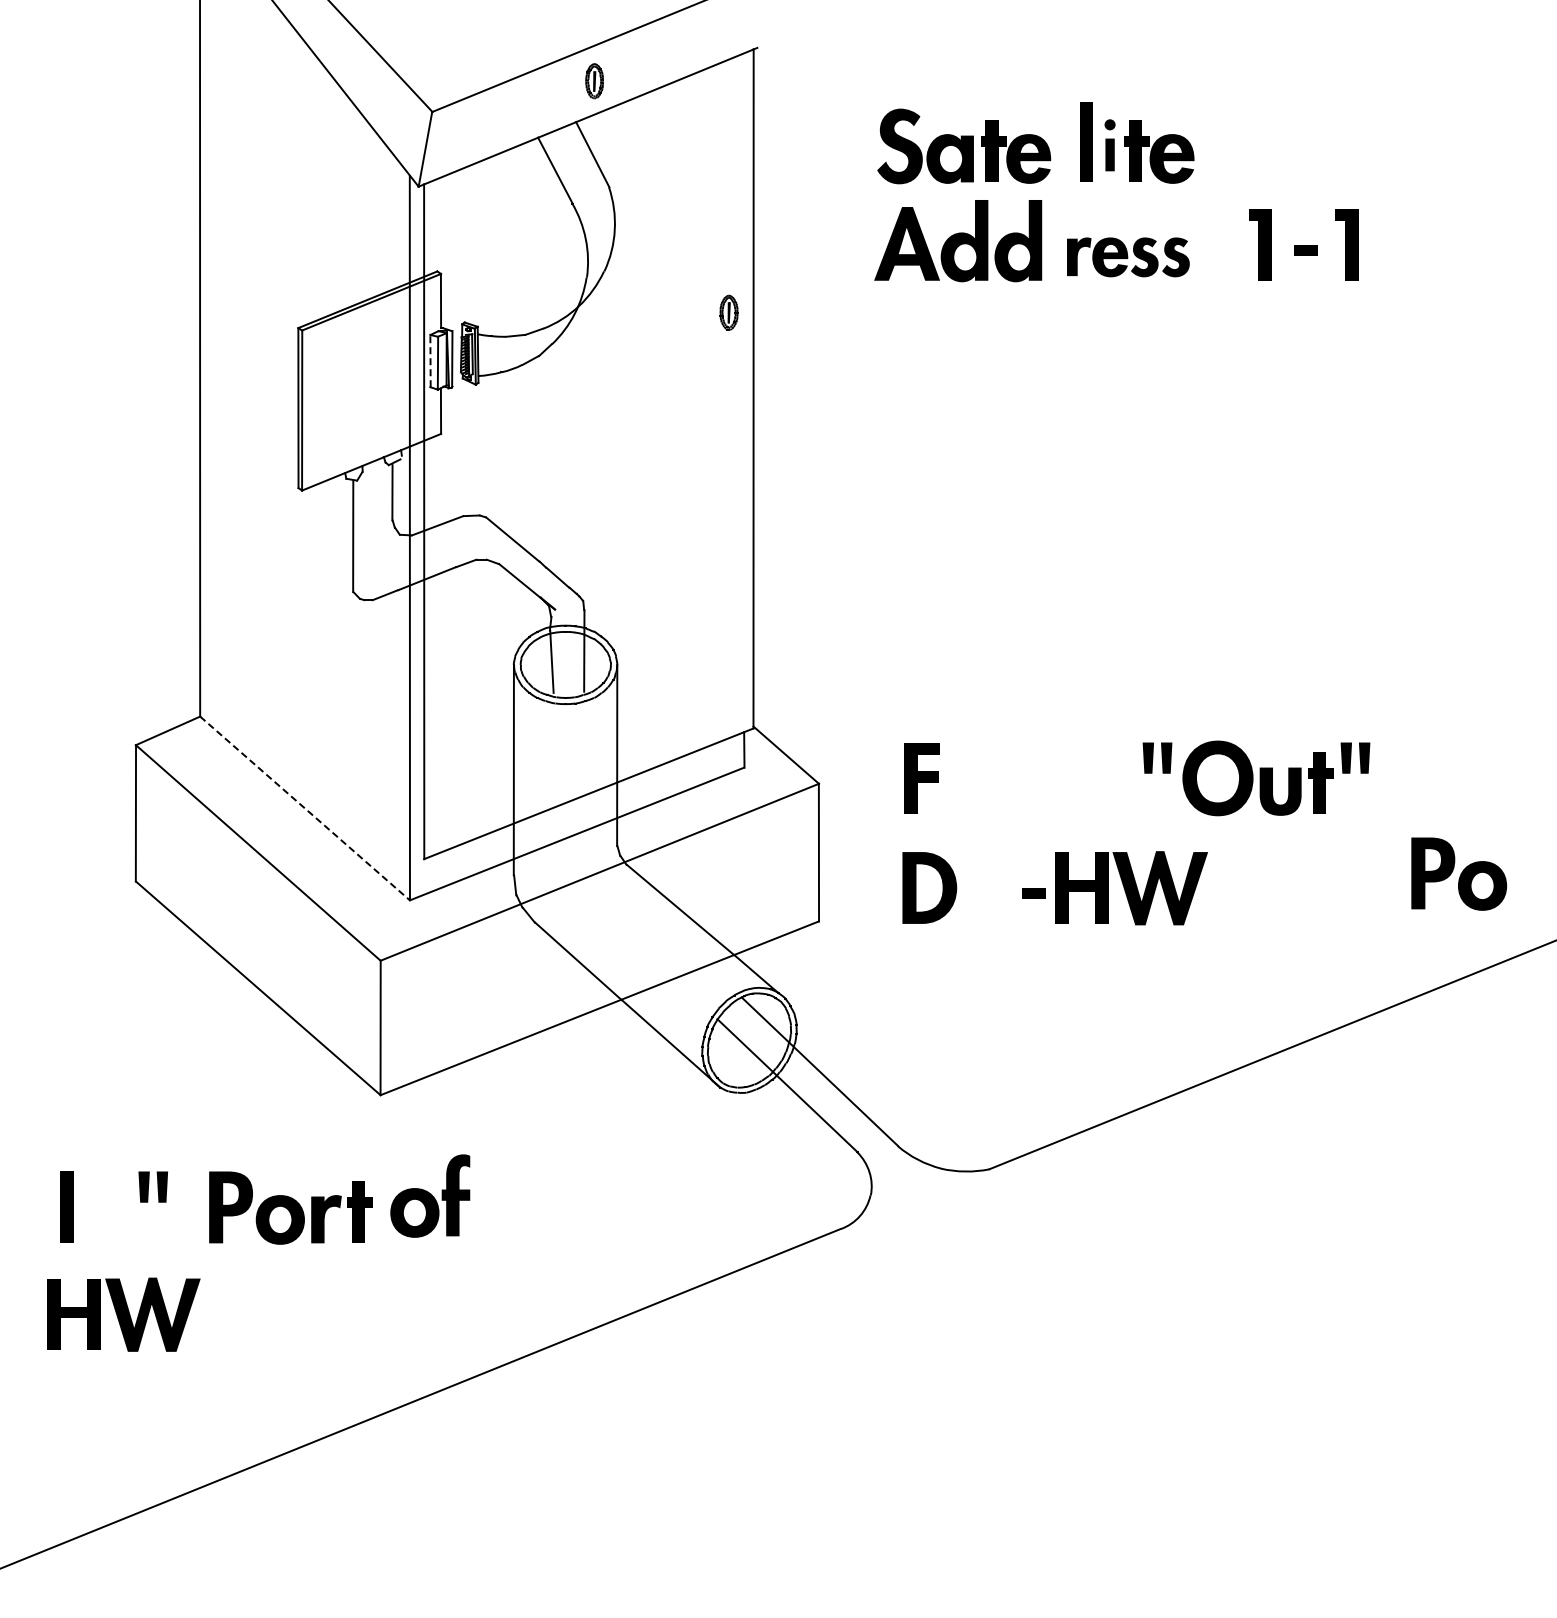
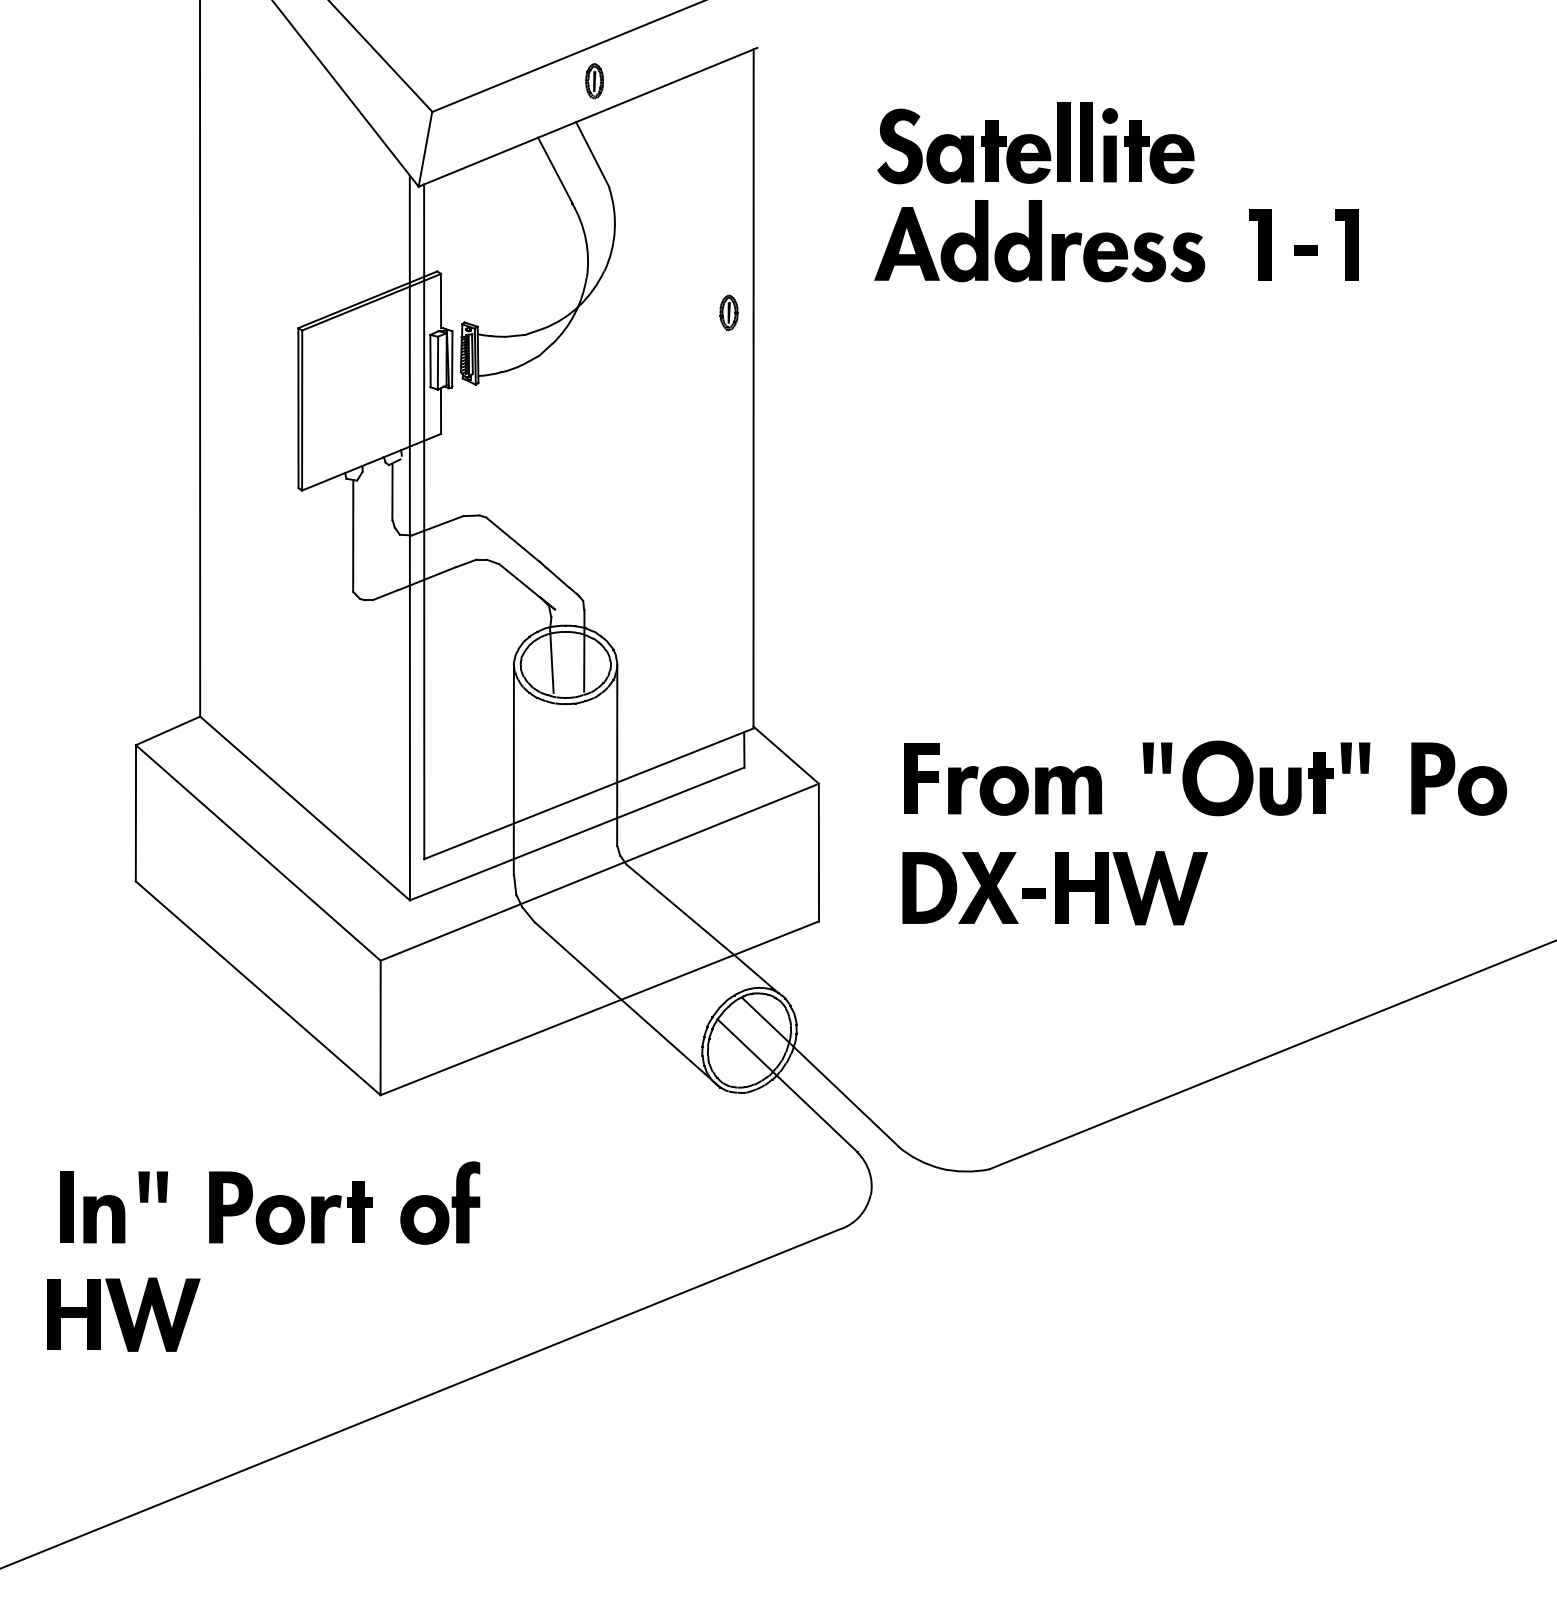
fill at (1063, 141): none -> present
part at (1109, 145) size: 12x53 px -> 16x75 px
part at (1128, 257) size: 123x41 px -> 155x51 px
line at (430, 360): dashed -> solid
part at (1024, 790): none -> present
line at (305, 808): dashed -> solid
part at (1459, 873) position: (1459, 873) -> (1459, 778)
part at (988, 887): none -> present
part at (430, 1195) position: (430, 1195) -> (440, 1202)
fill at (104, 1219): none -> present
